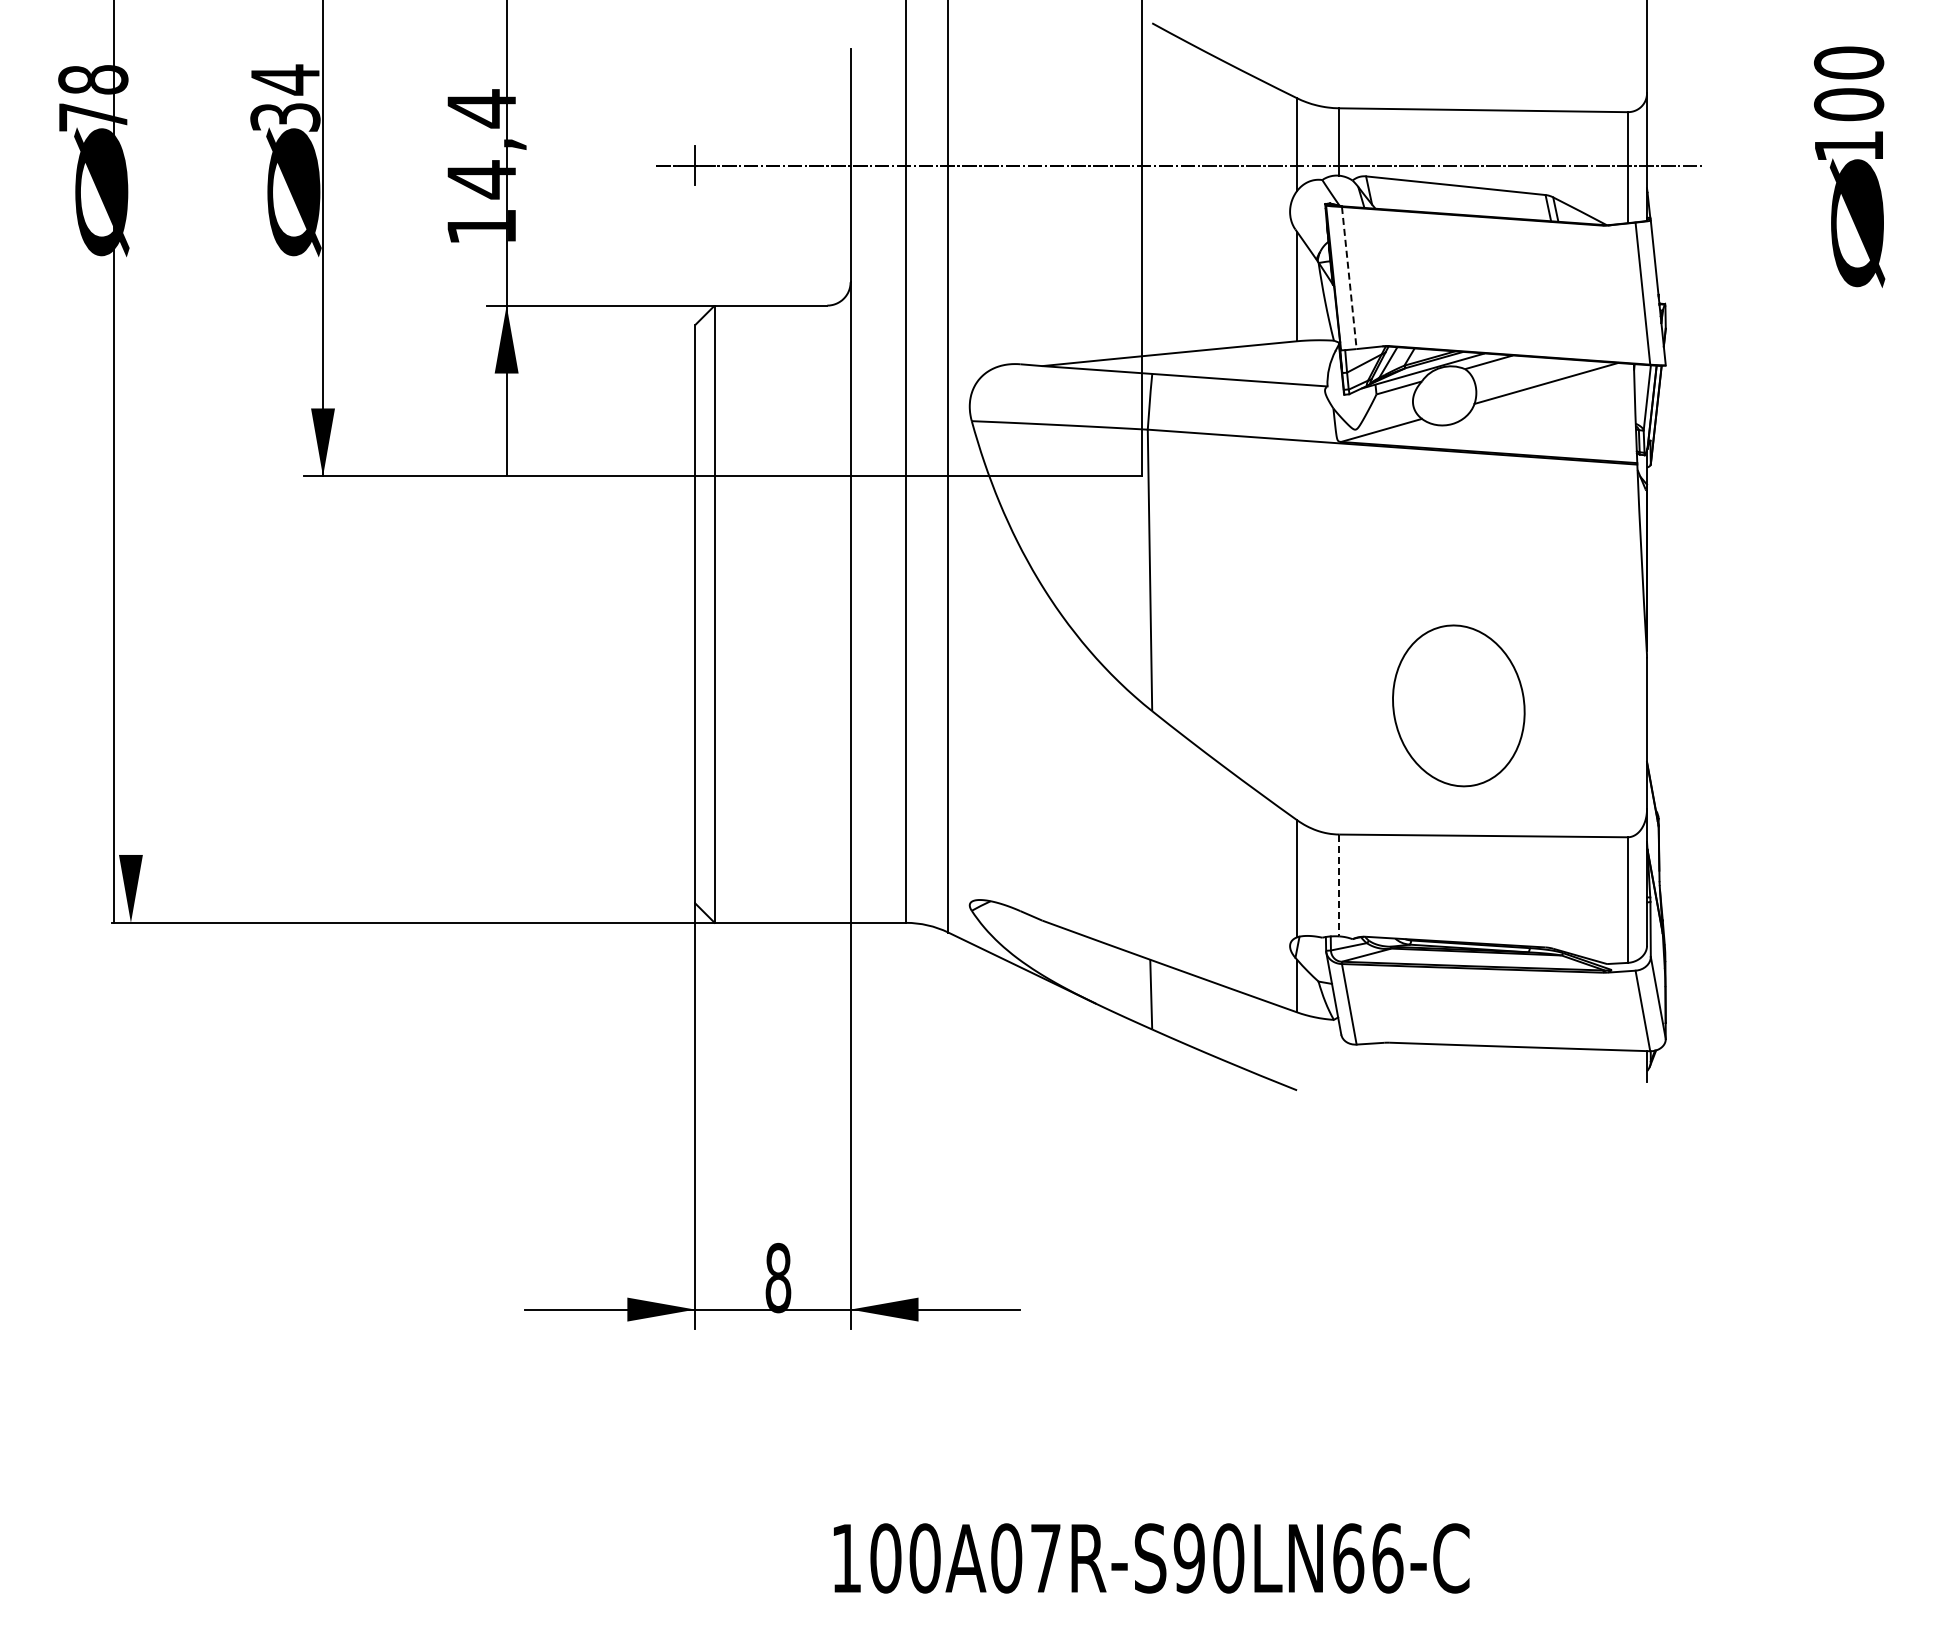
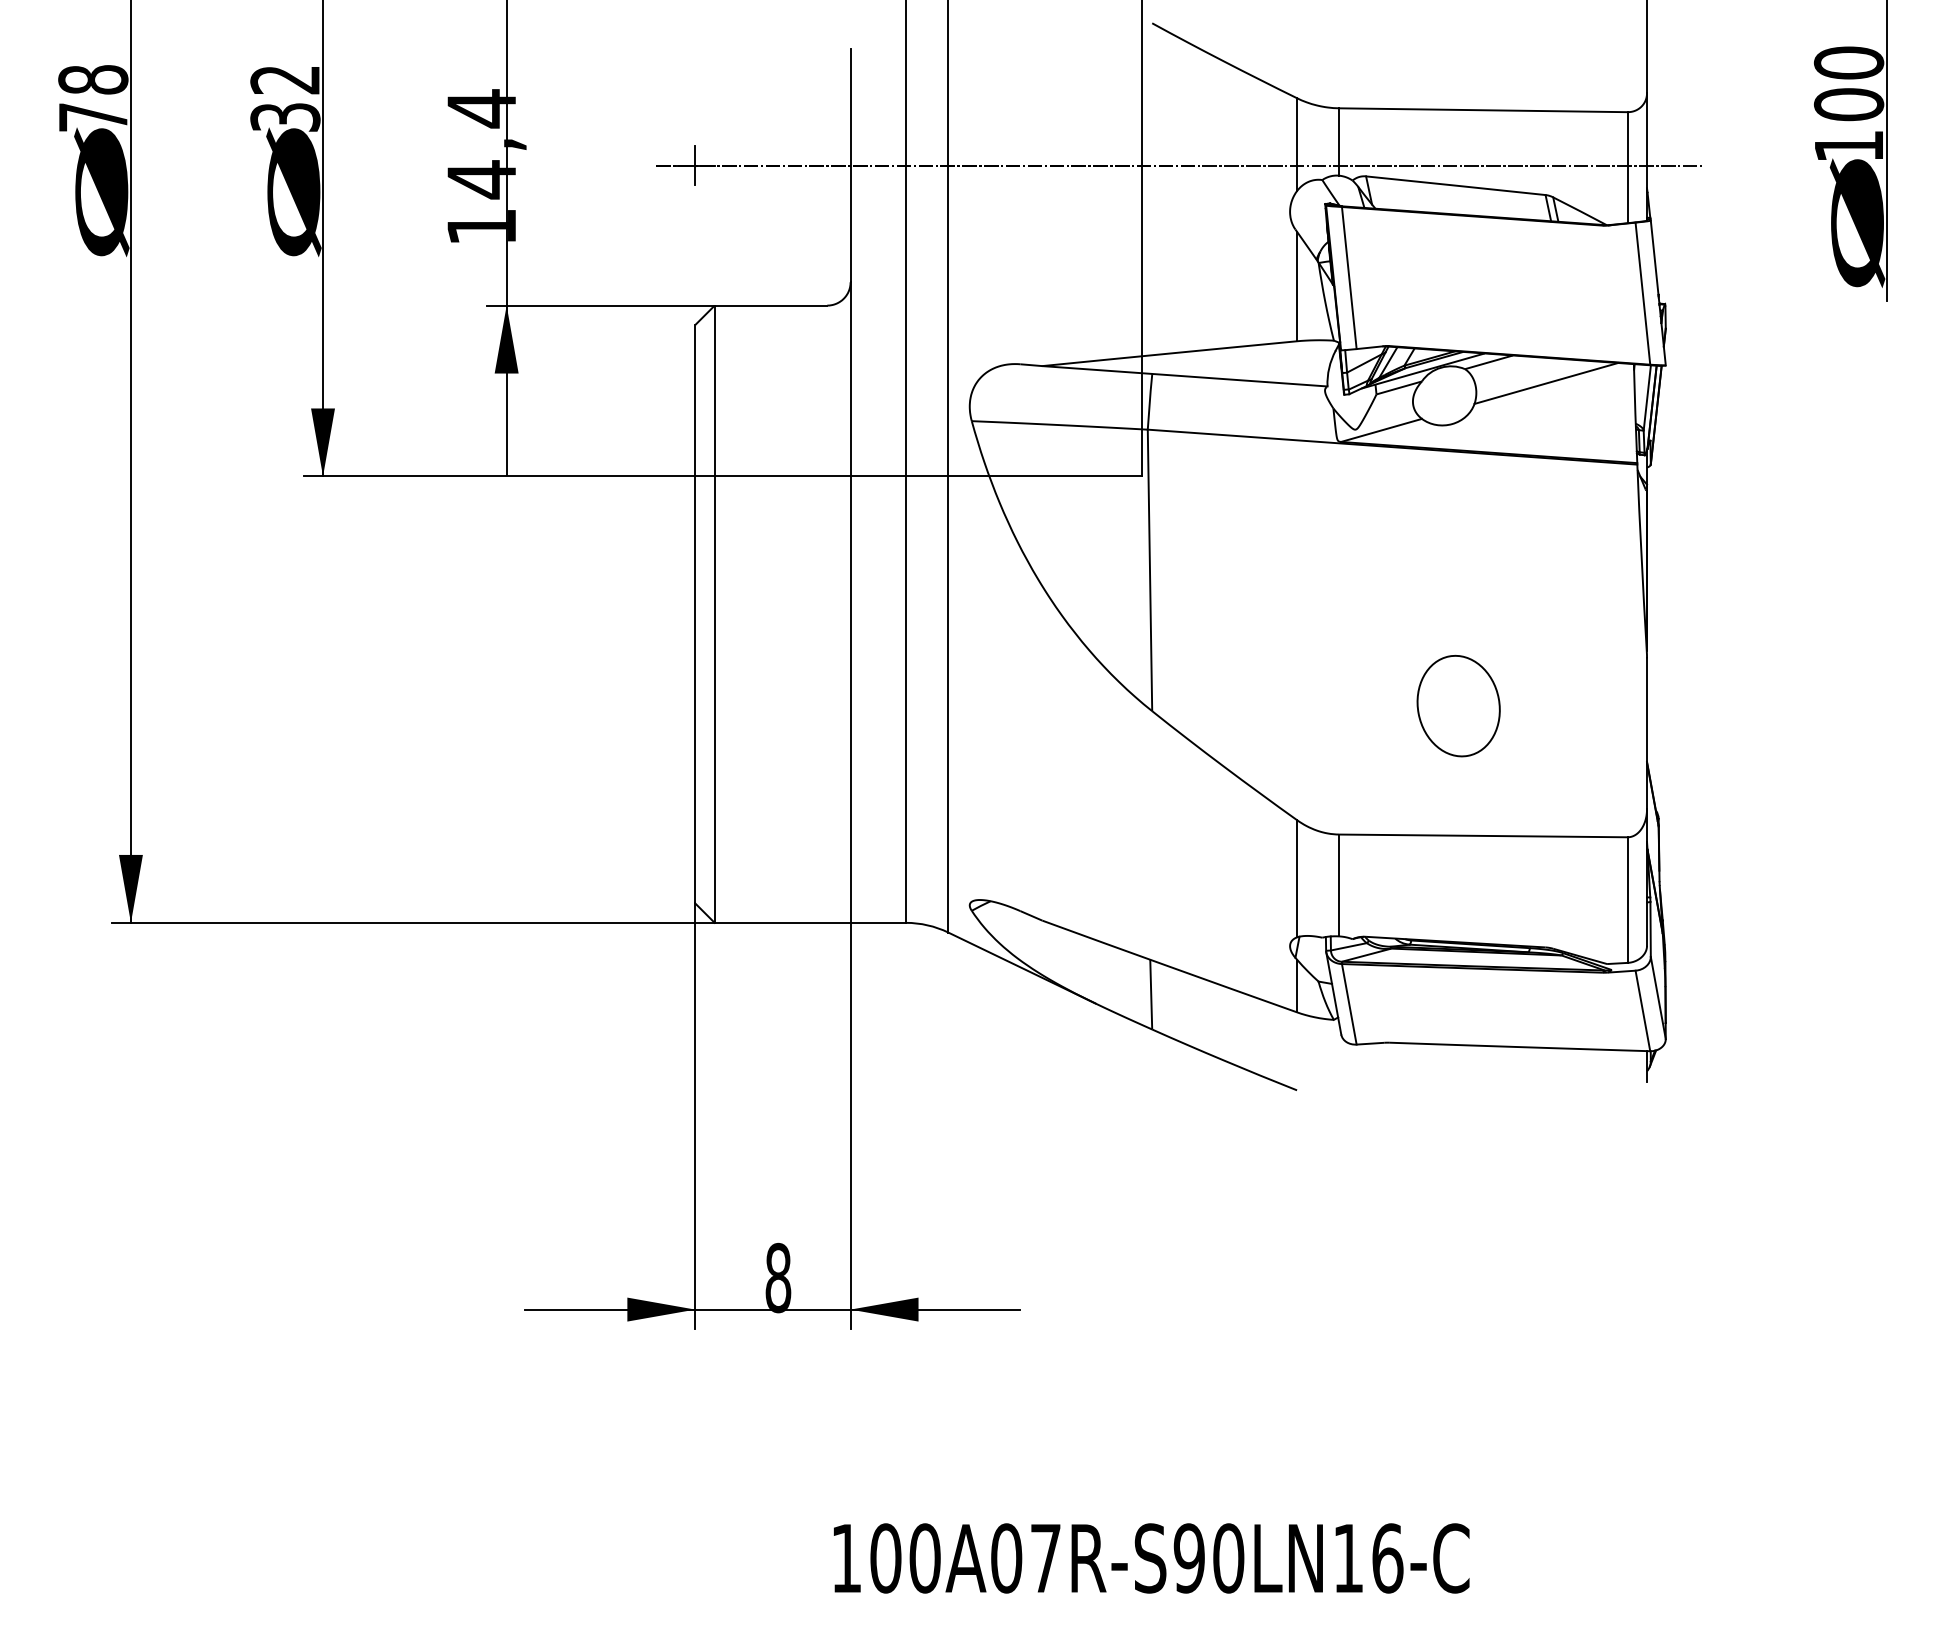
text at (284, 79): 34 -> 32
line at (1886, 151): none -> present
line at (1349, 278): dashed -> solid
line at (113, 462) position: (113, 462) -> (130, 462)
part at (1458, 705) size: 134x164 px -> 85x103 px
line at (1339, 885): dashed -> solid
text at (1348, 1558): 100A07R-S90LN66-C -> 100A07R-S90LN16-C
